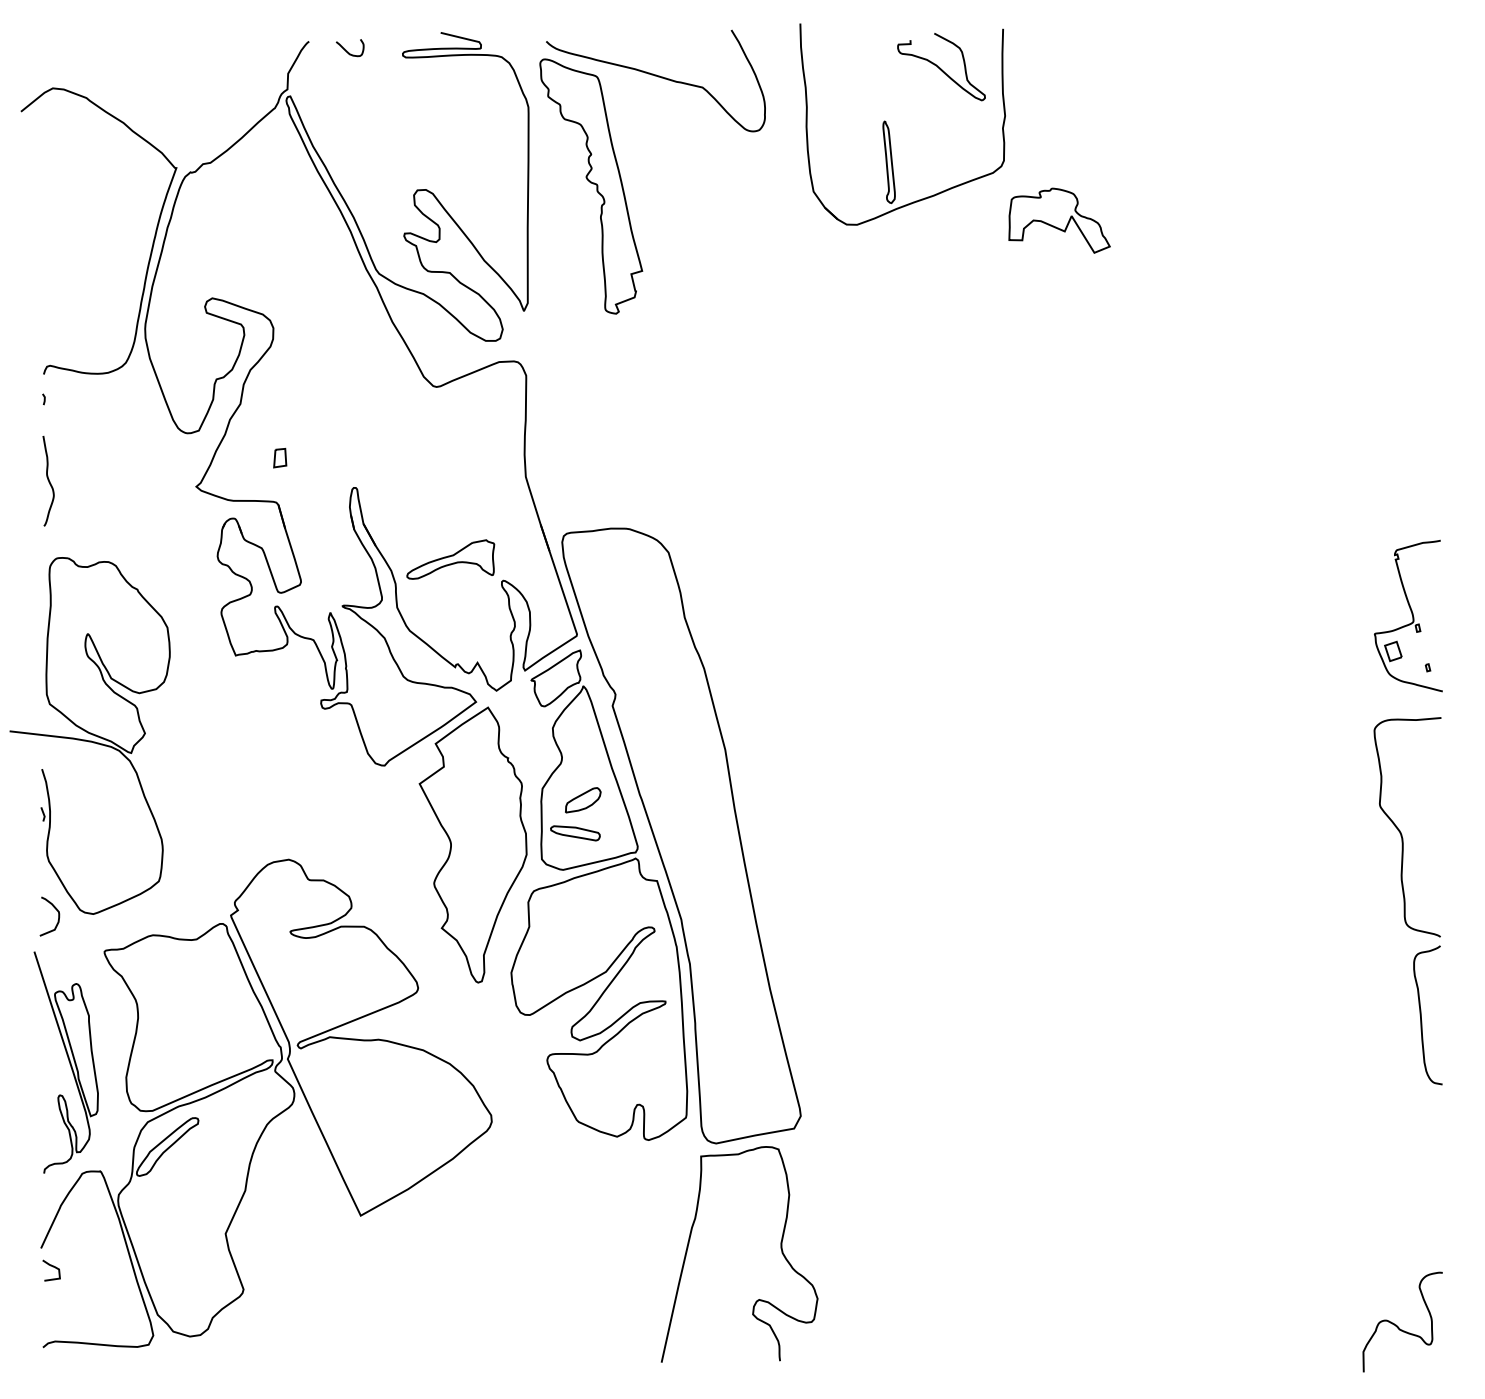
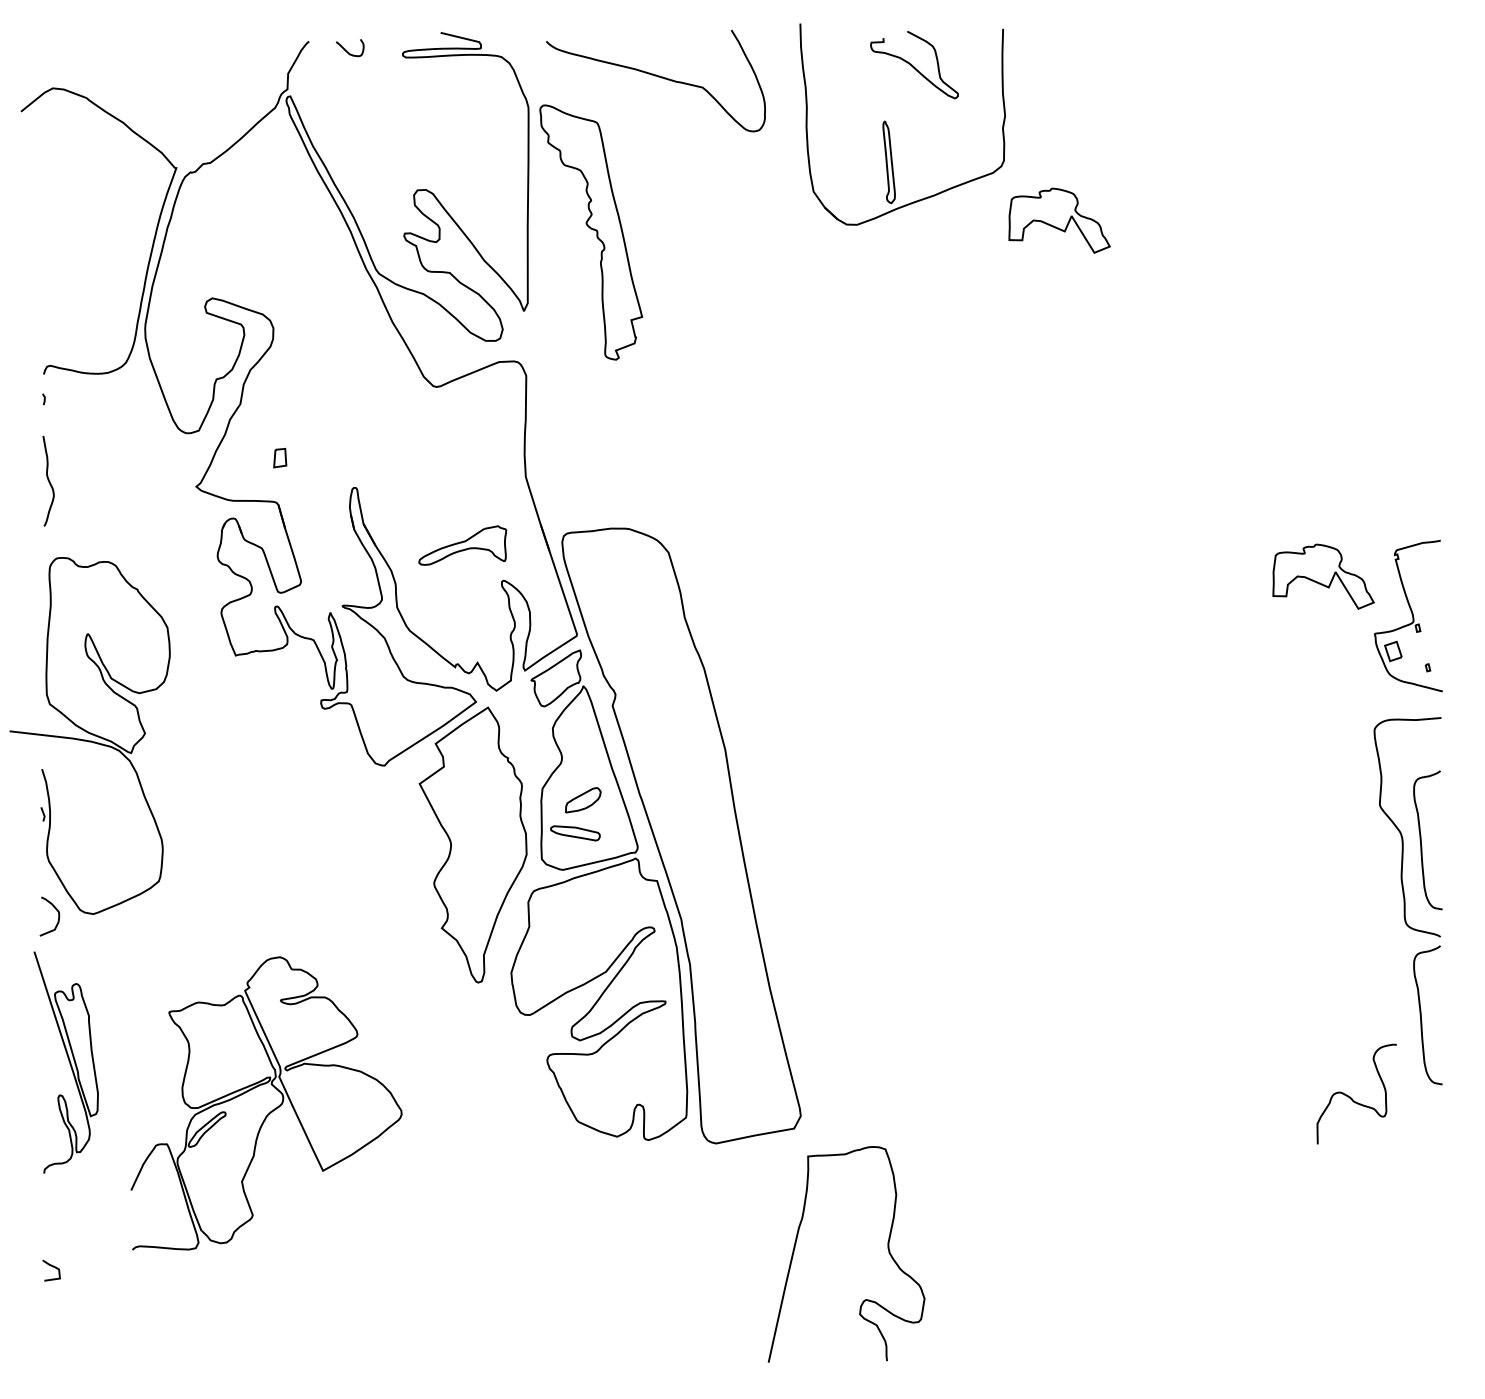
curve at (940, 67) position: (940, 67) -> (913, 65)
part at (591, 186) position: (591, 186) -> (591, 232)
part at (450, 559) position: (450, 559) -> (462, 545)
part at (1323, 576): none -> present
curve at (1421, 840): none -> present
part at (266, 1103) size: 453x491 px -> 273x295 px
curve at (780, 1248) position: (780, 1248) -> (887, 1248)
curve at (1397, 1325) position: (1397, 1325) -> (1351, 1097)
